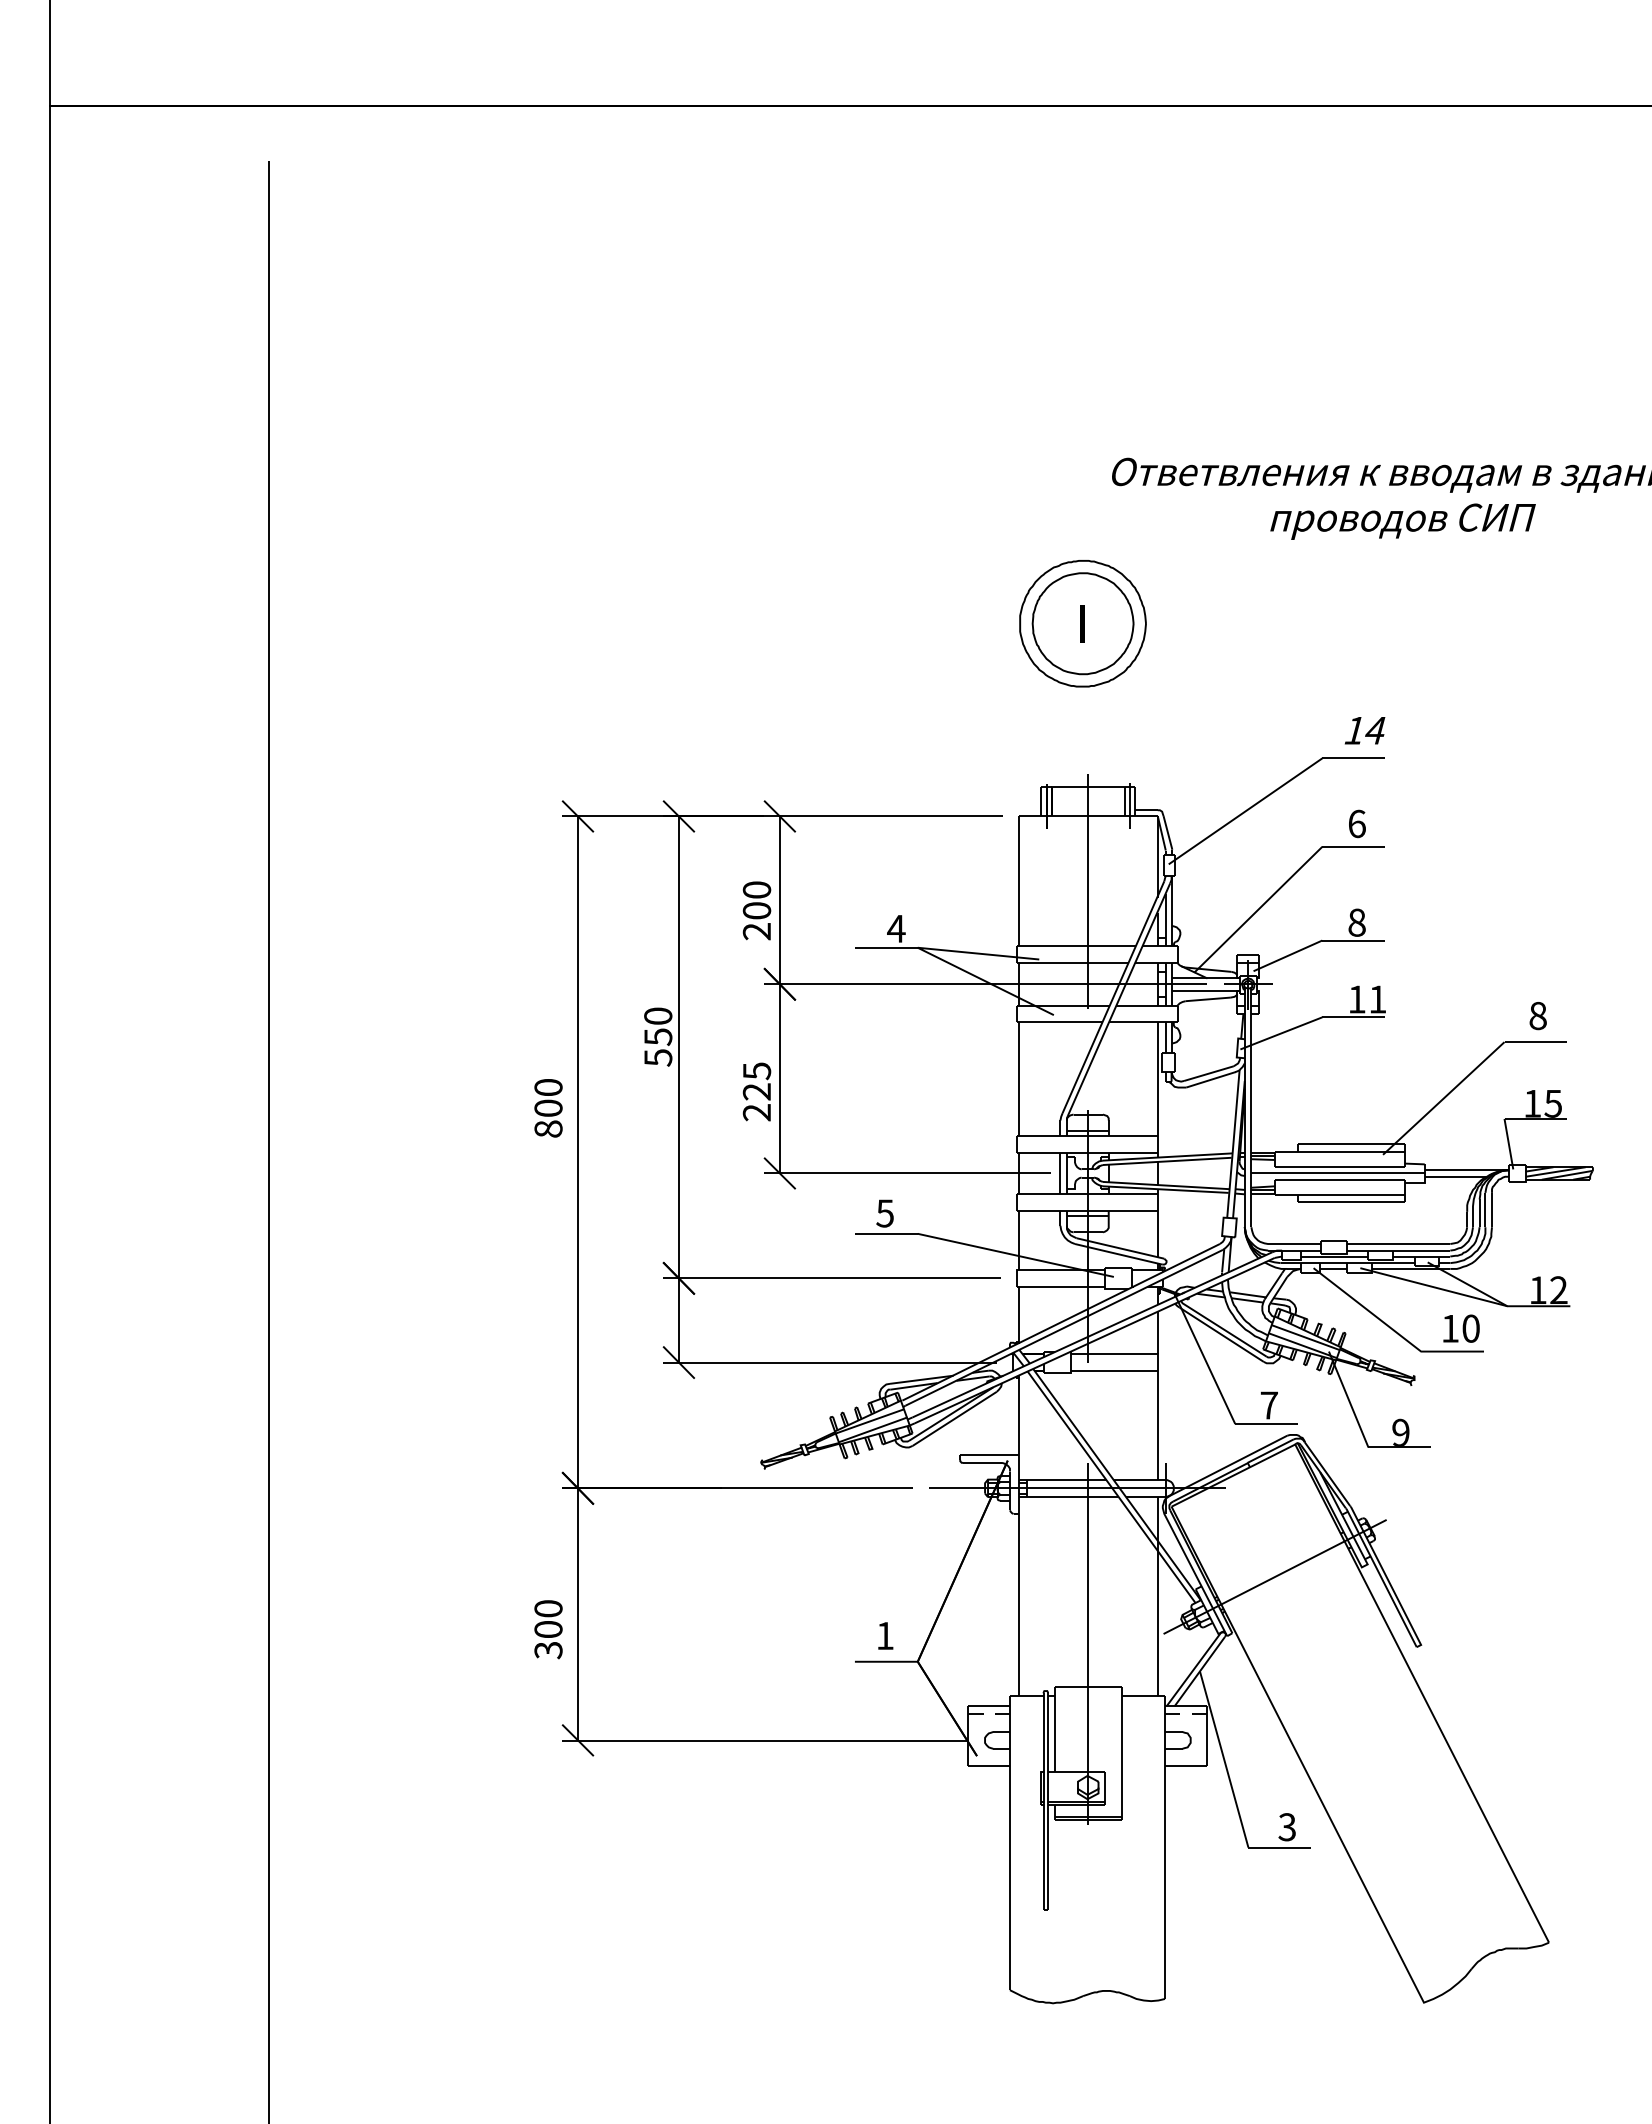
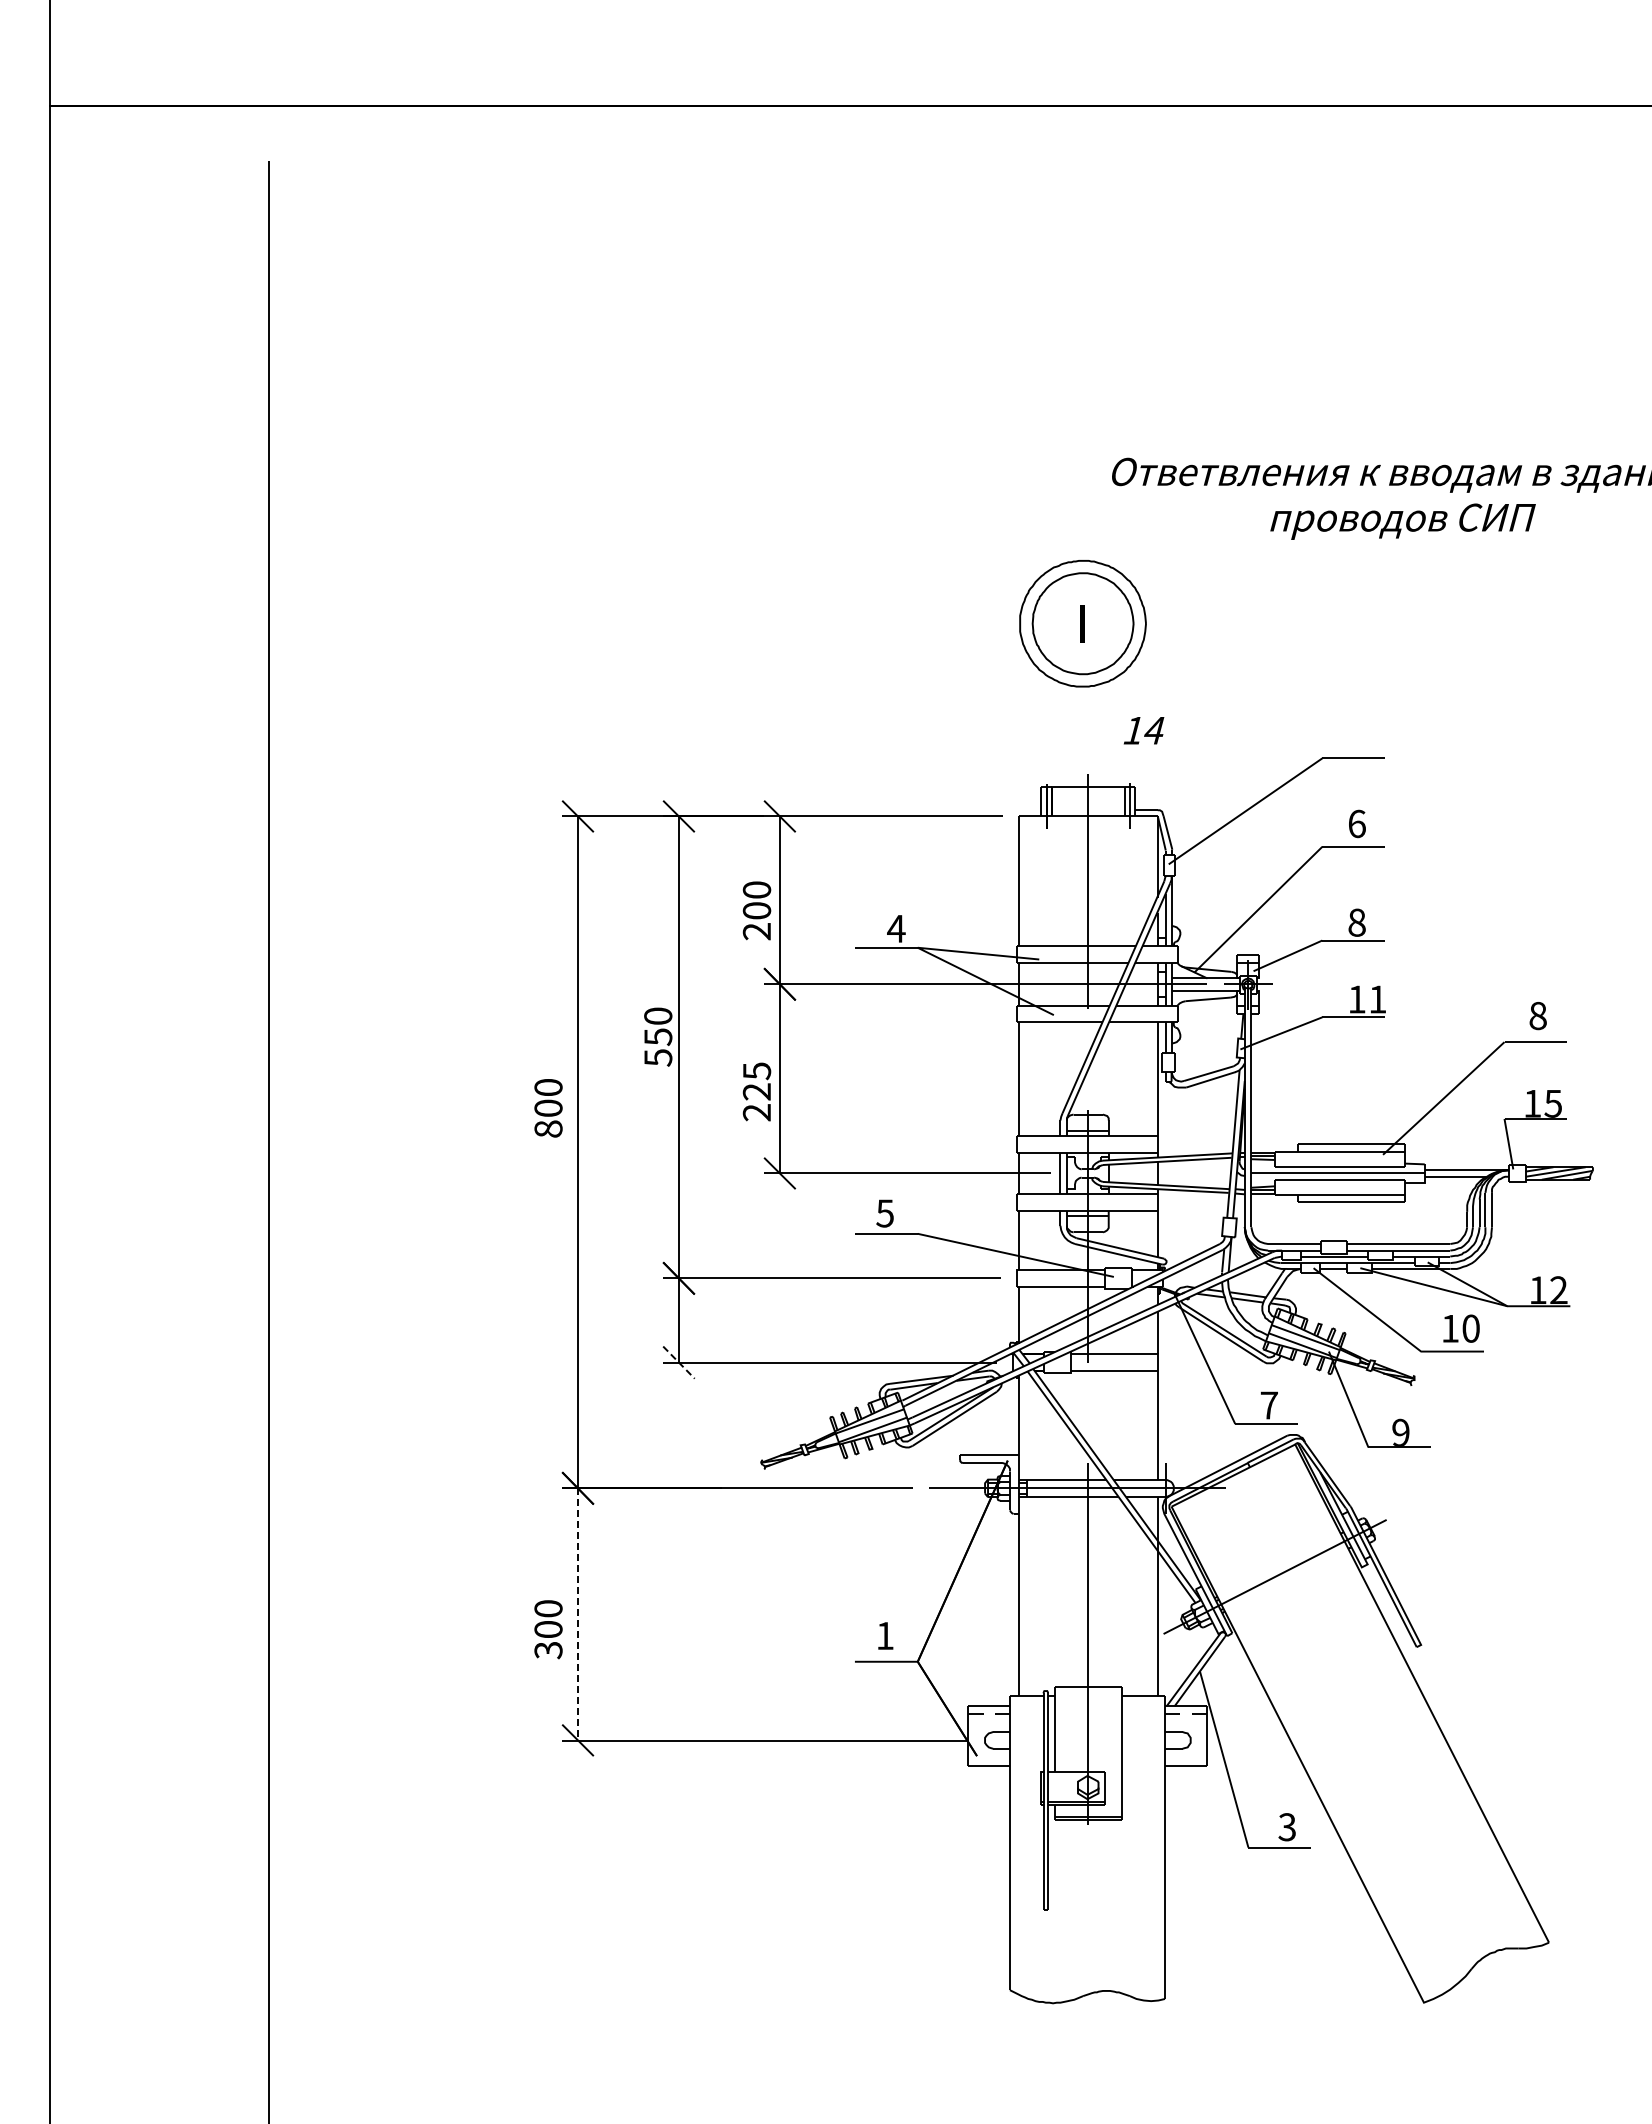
text at (1364, 730) position: (1364, 730) -> (1143, 730)
line at (678, 1362): solid -> dashed
line at (578, 1615): solid -> dashed
